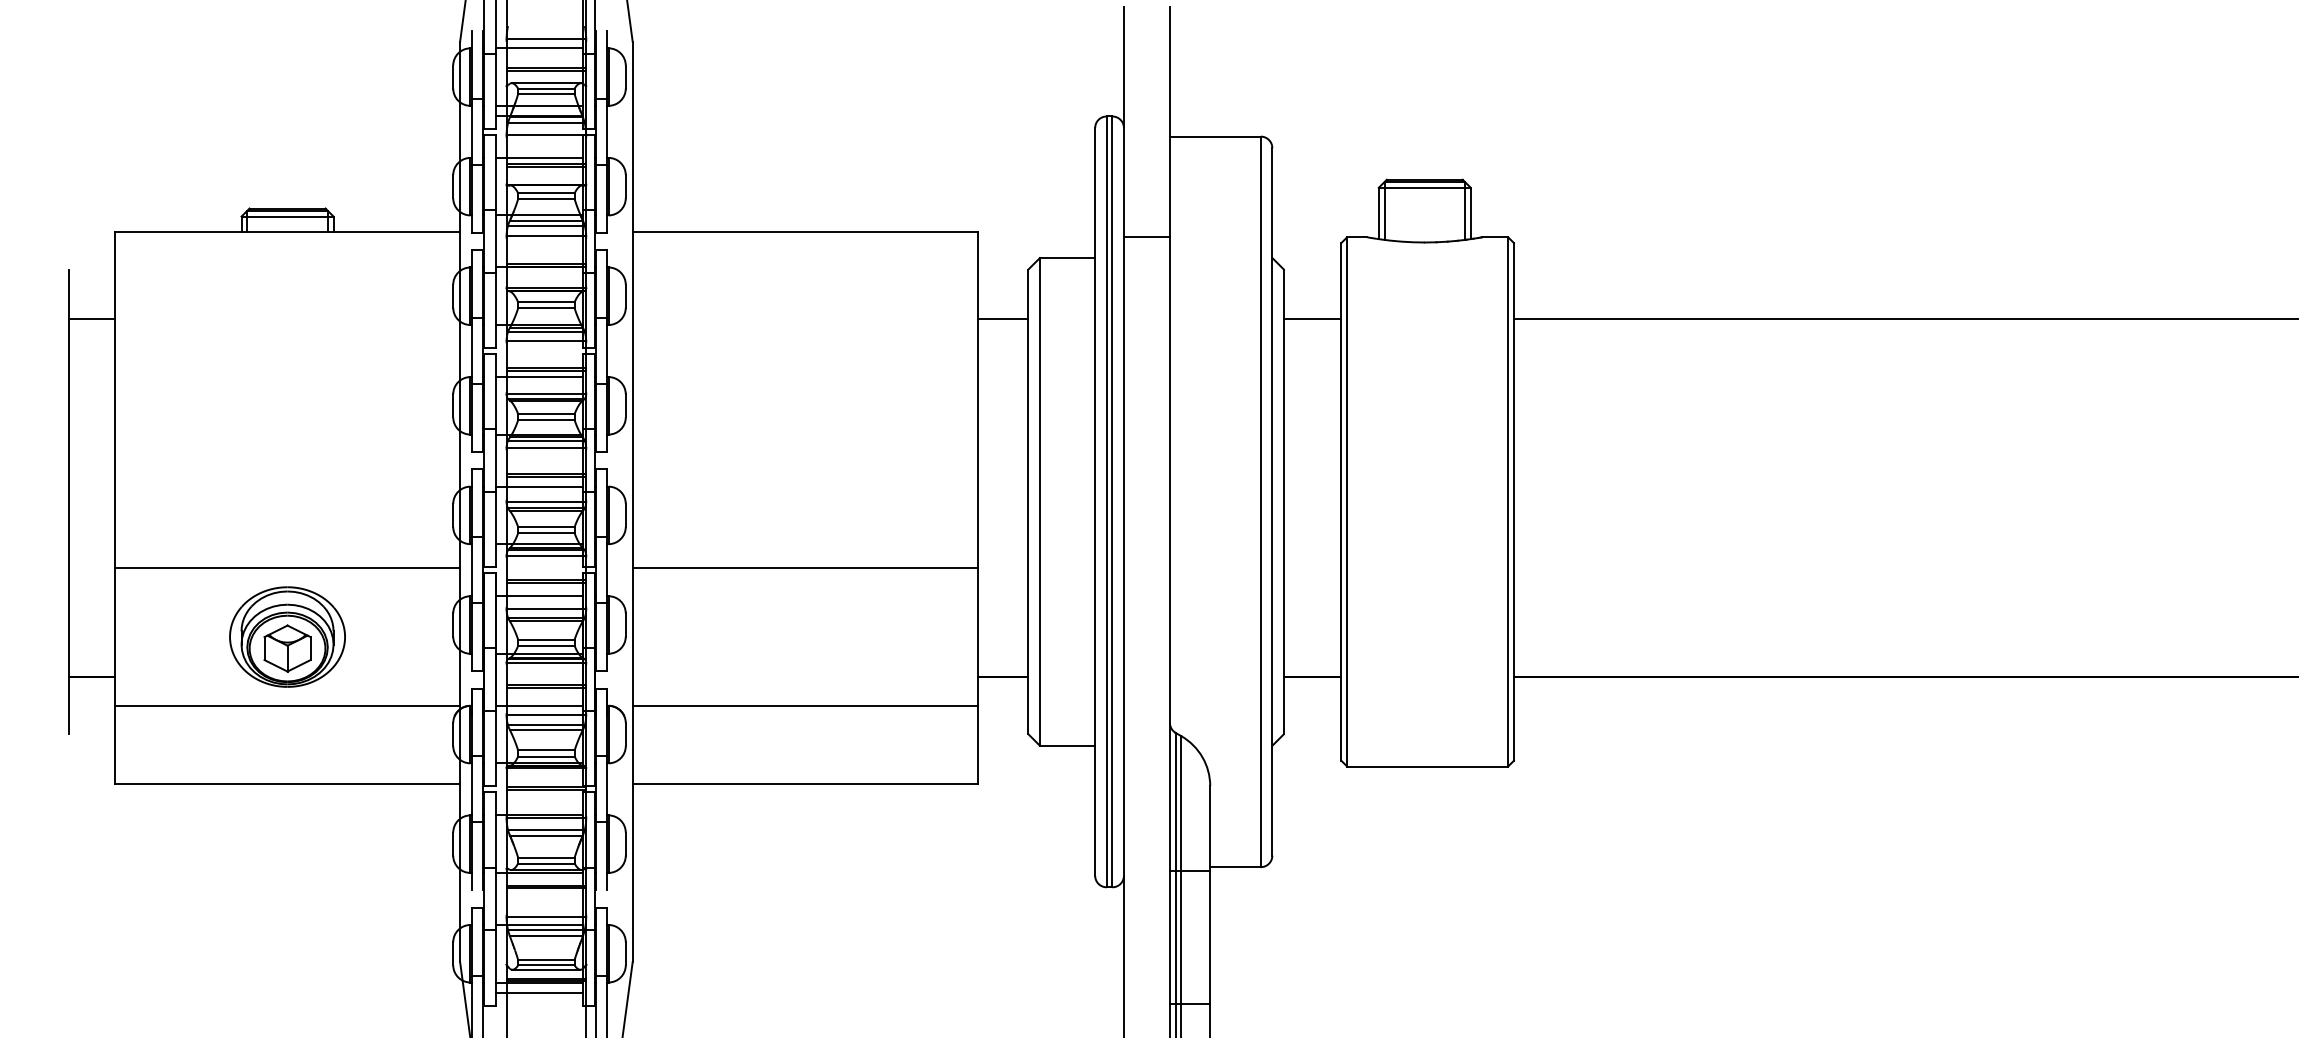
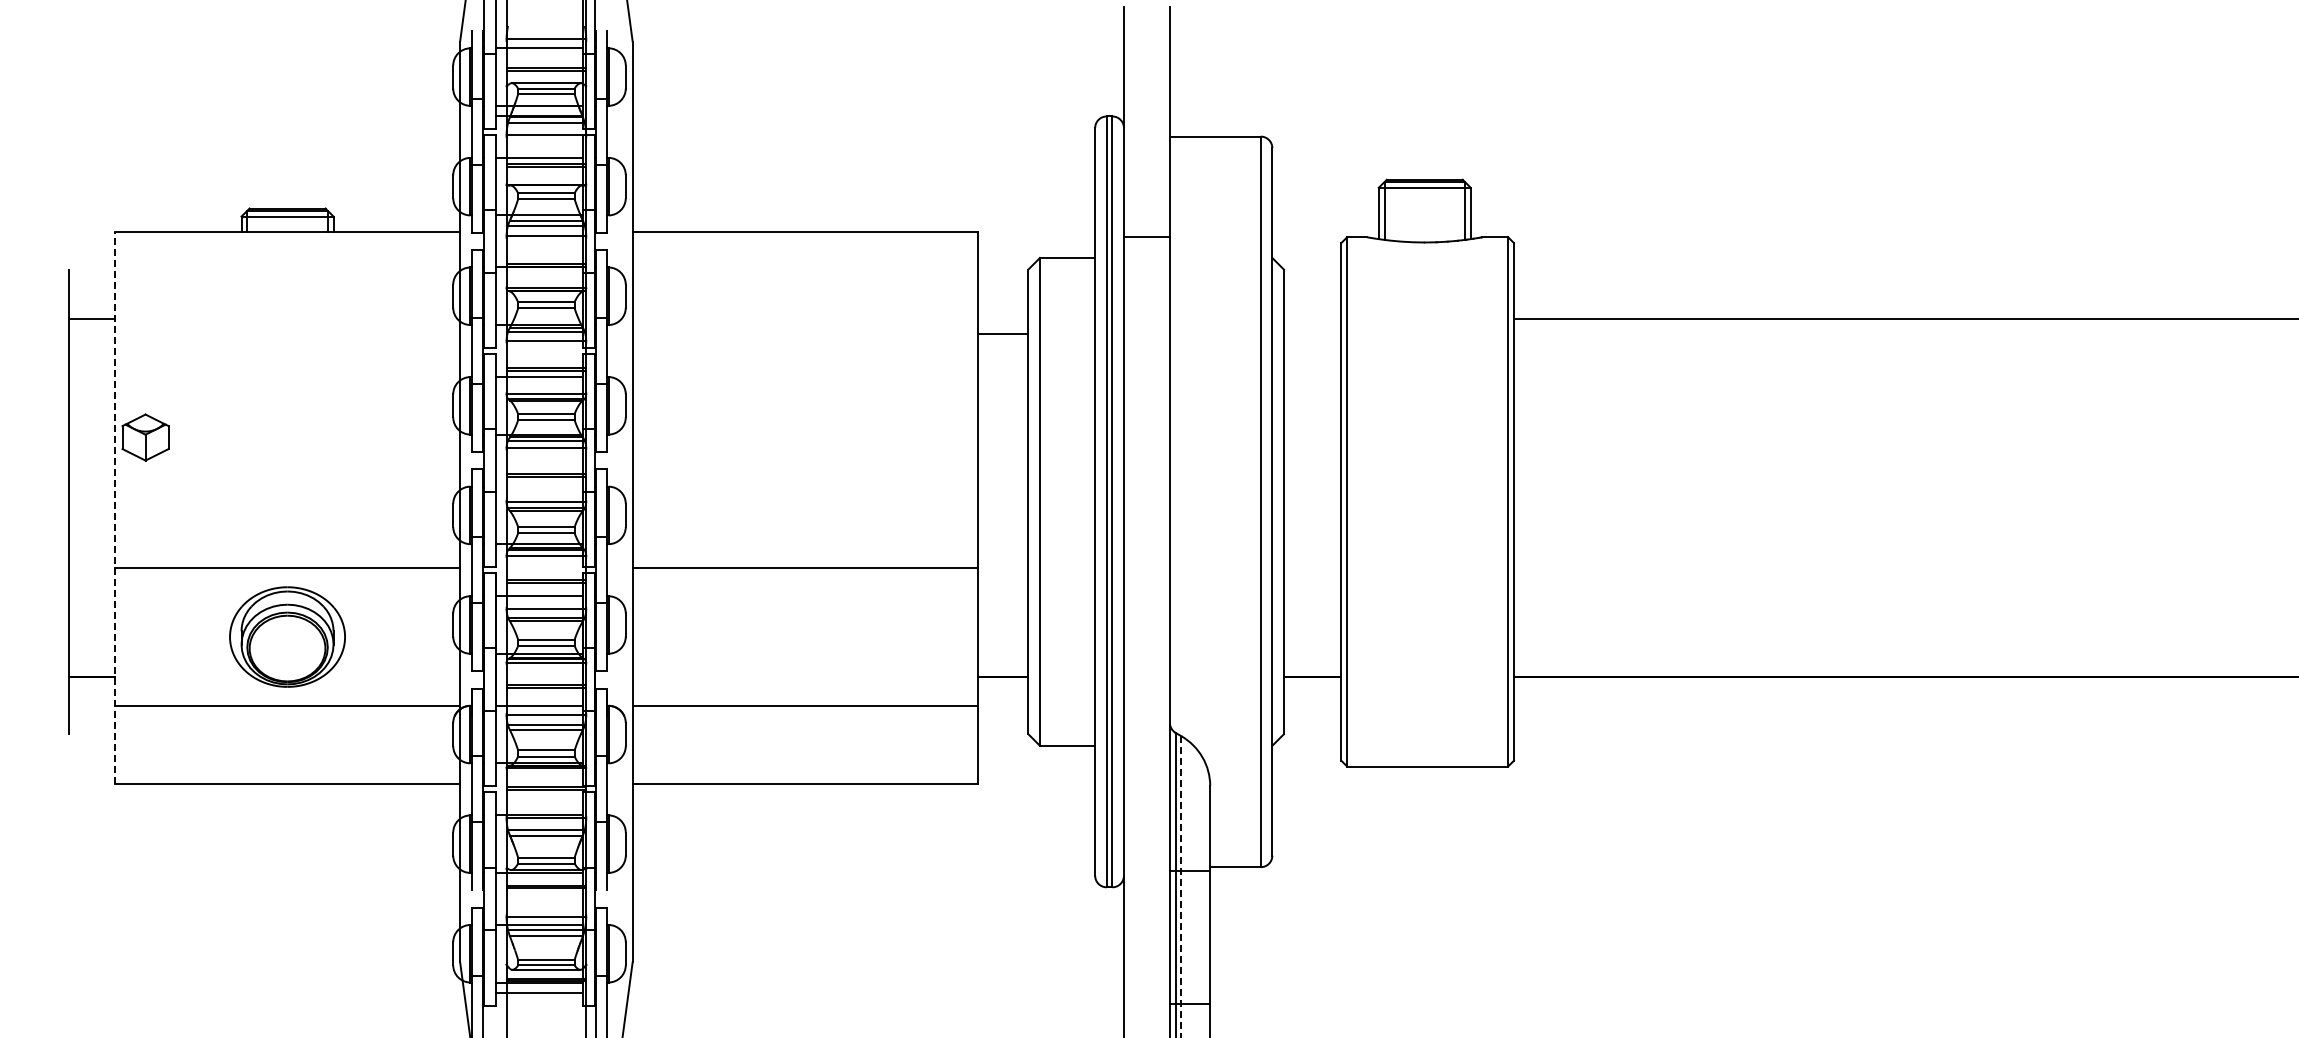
line at (1002, 319) position: (1002, 319) -> (1002, 334)
line at (1312, 319): present -> none
line at (539, 486): present -> none
line at (114, 507): solid -> dashed
part at (287, 648) position: (287, 648) -> (145, 437)
line at (1181, 887): solid -> dashed
